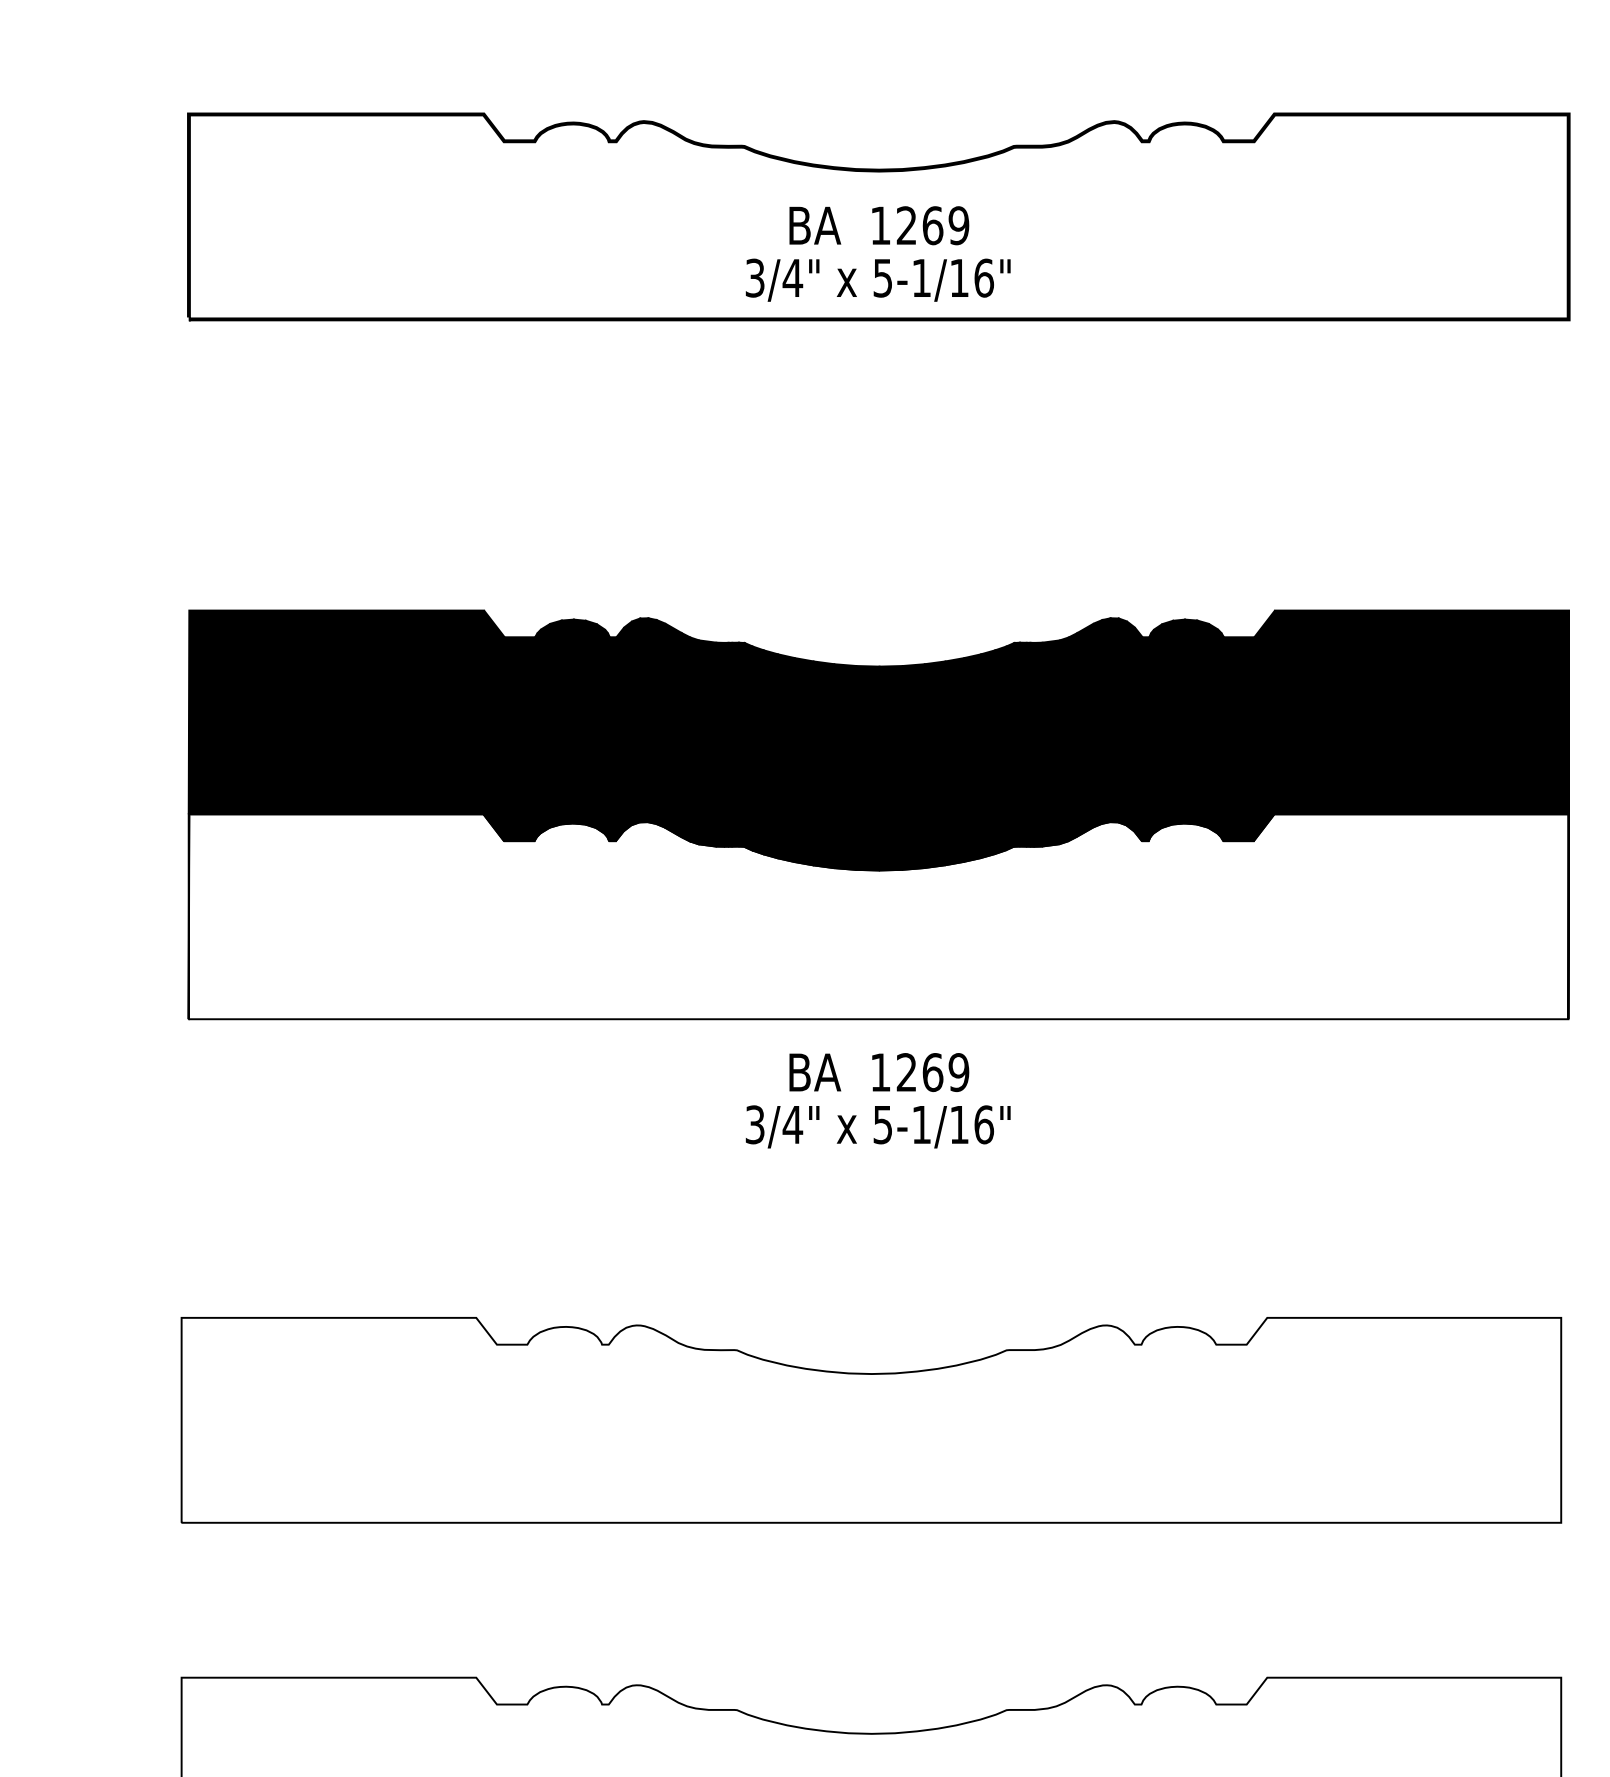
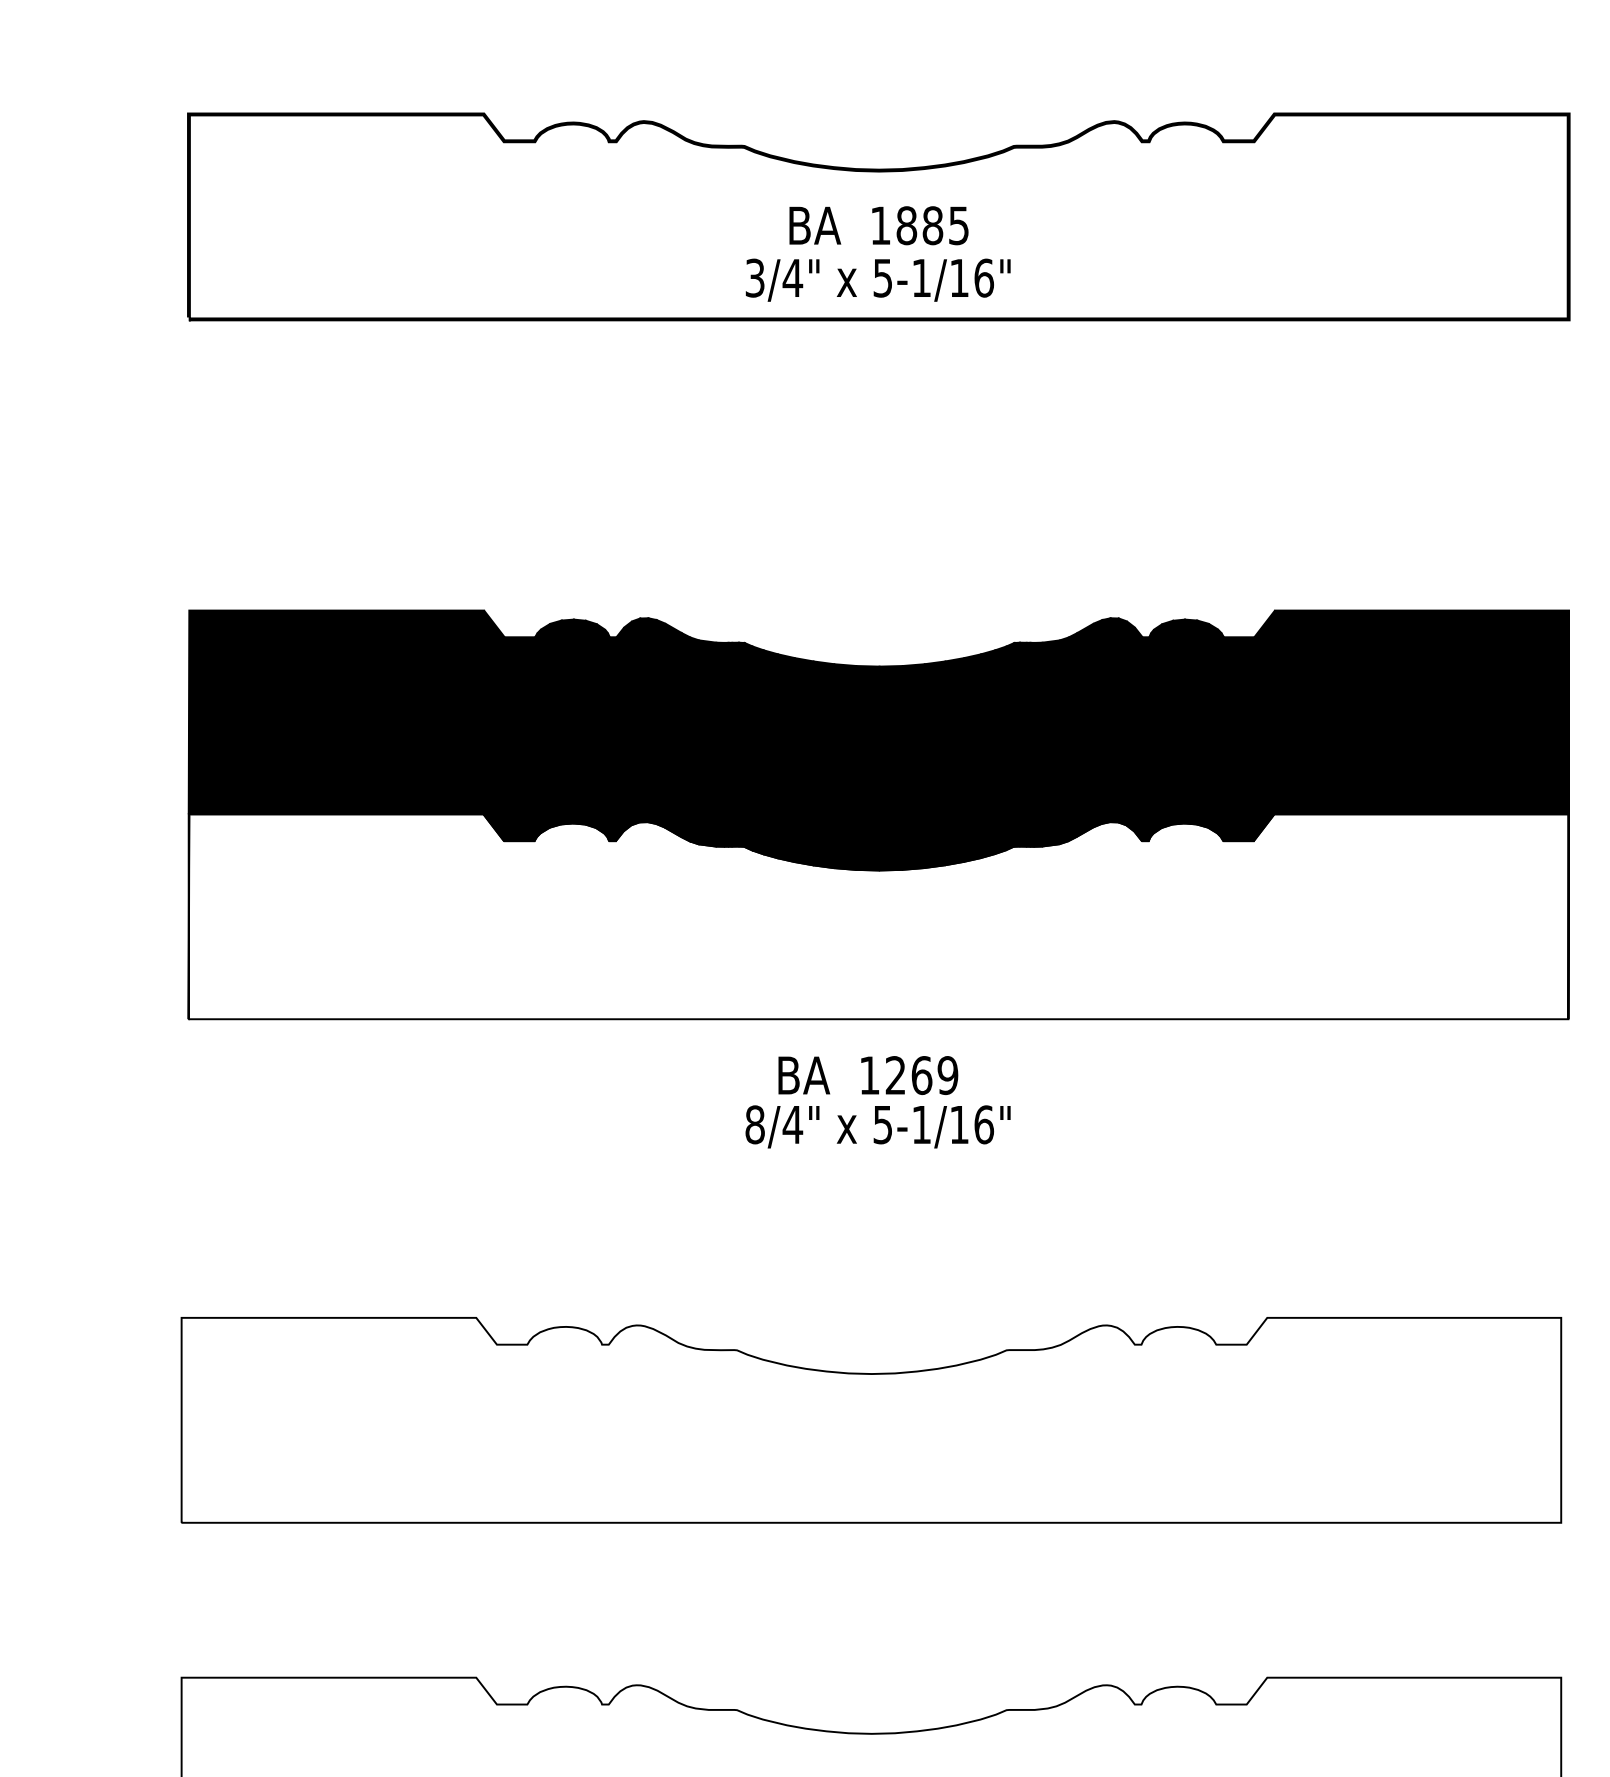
text at (932, 225): 1269 -> 1885
text at (879, 1072) position: (879, 1072) -> (868, 1075)
text at (754, 1124): 3/4" -> 8/4"
